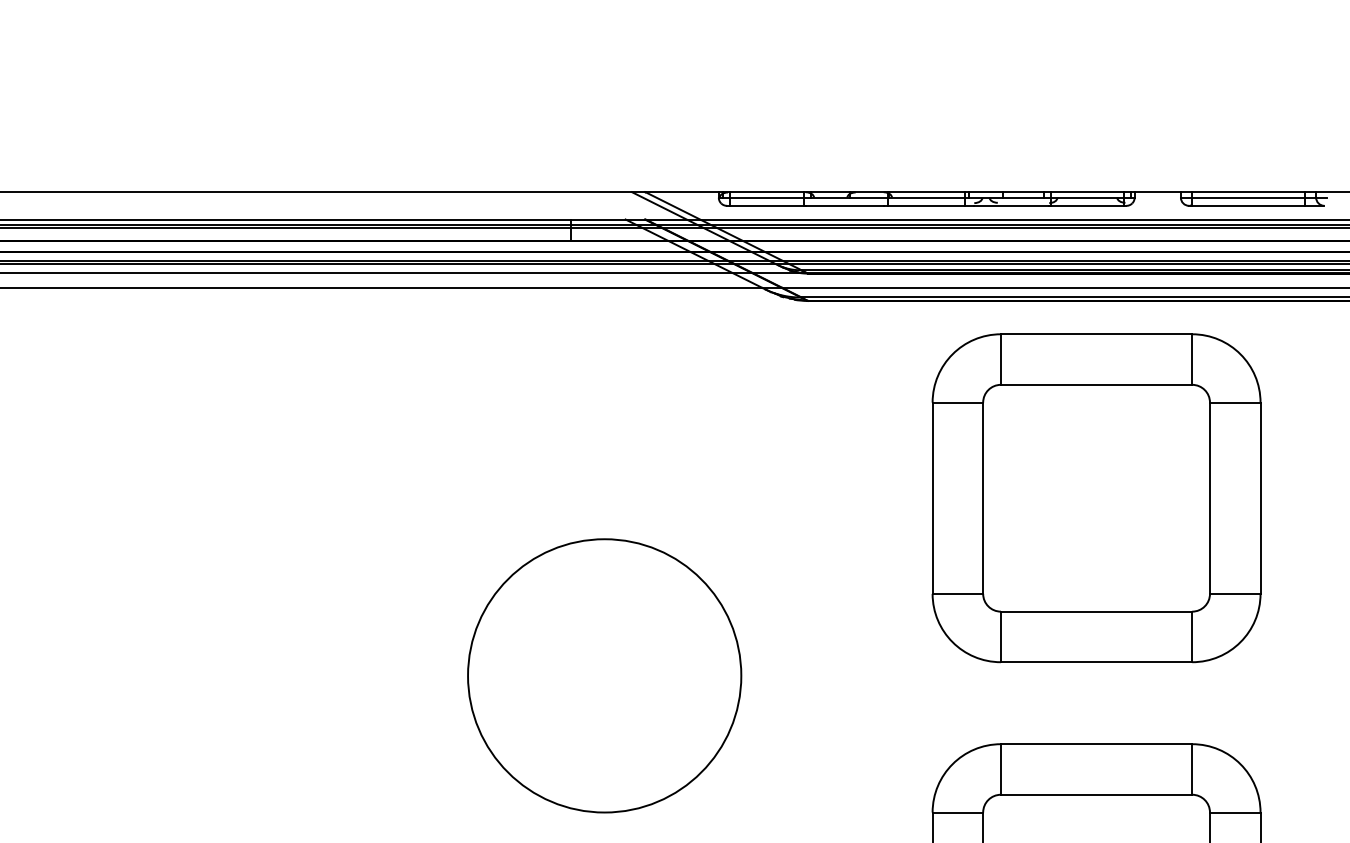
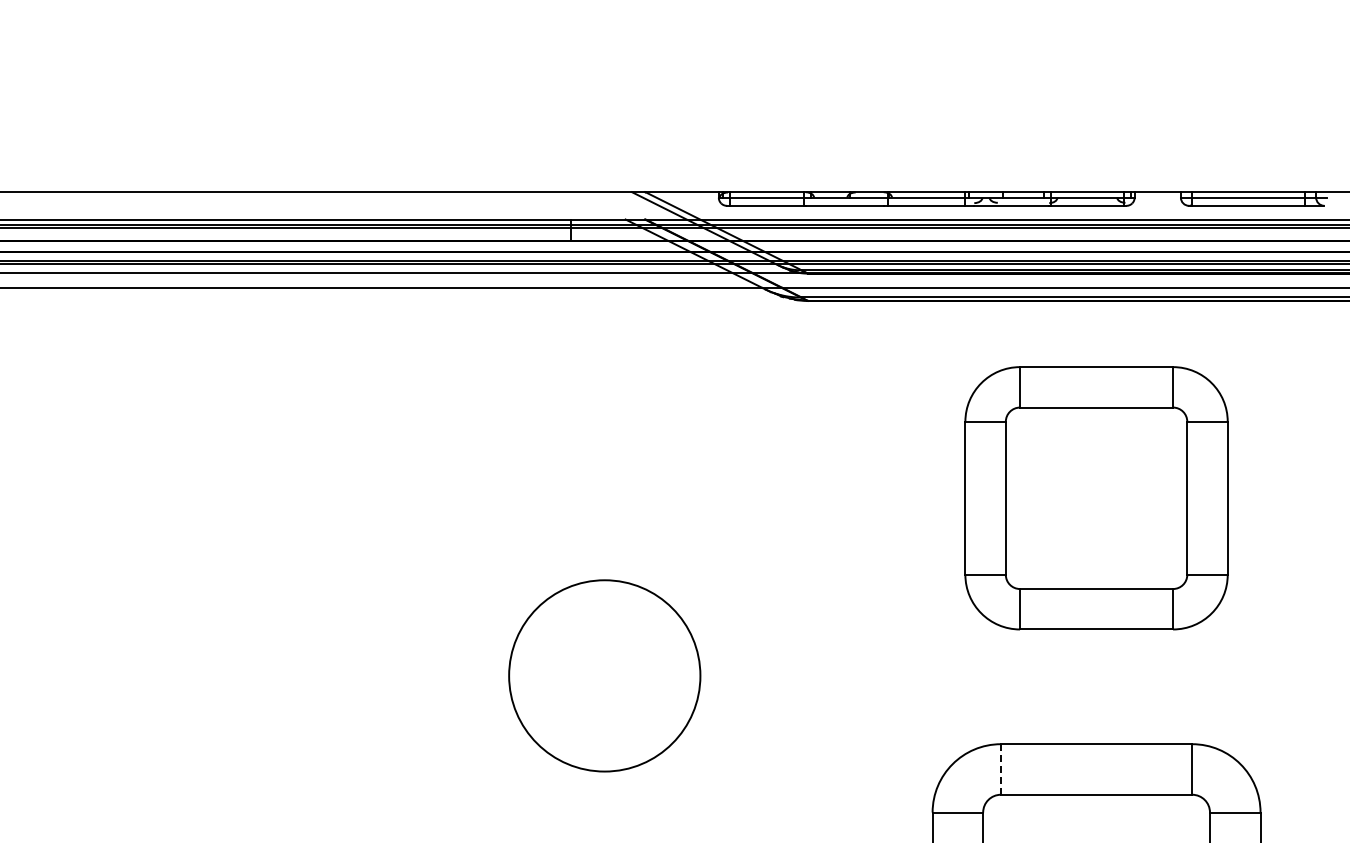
part at (1096, 498) size: 331x331 px -> 265x265 px
circle at (604, 675) size: 276x276 px -> 194x194 px
line at (1000, 768): solid -> dashed
